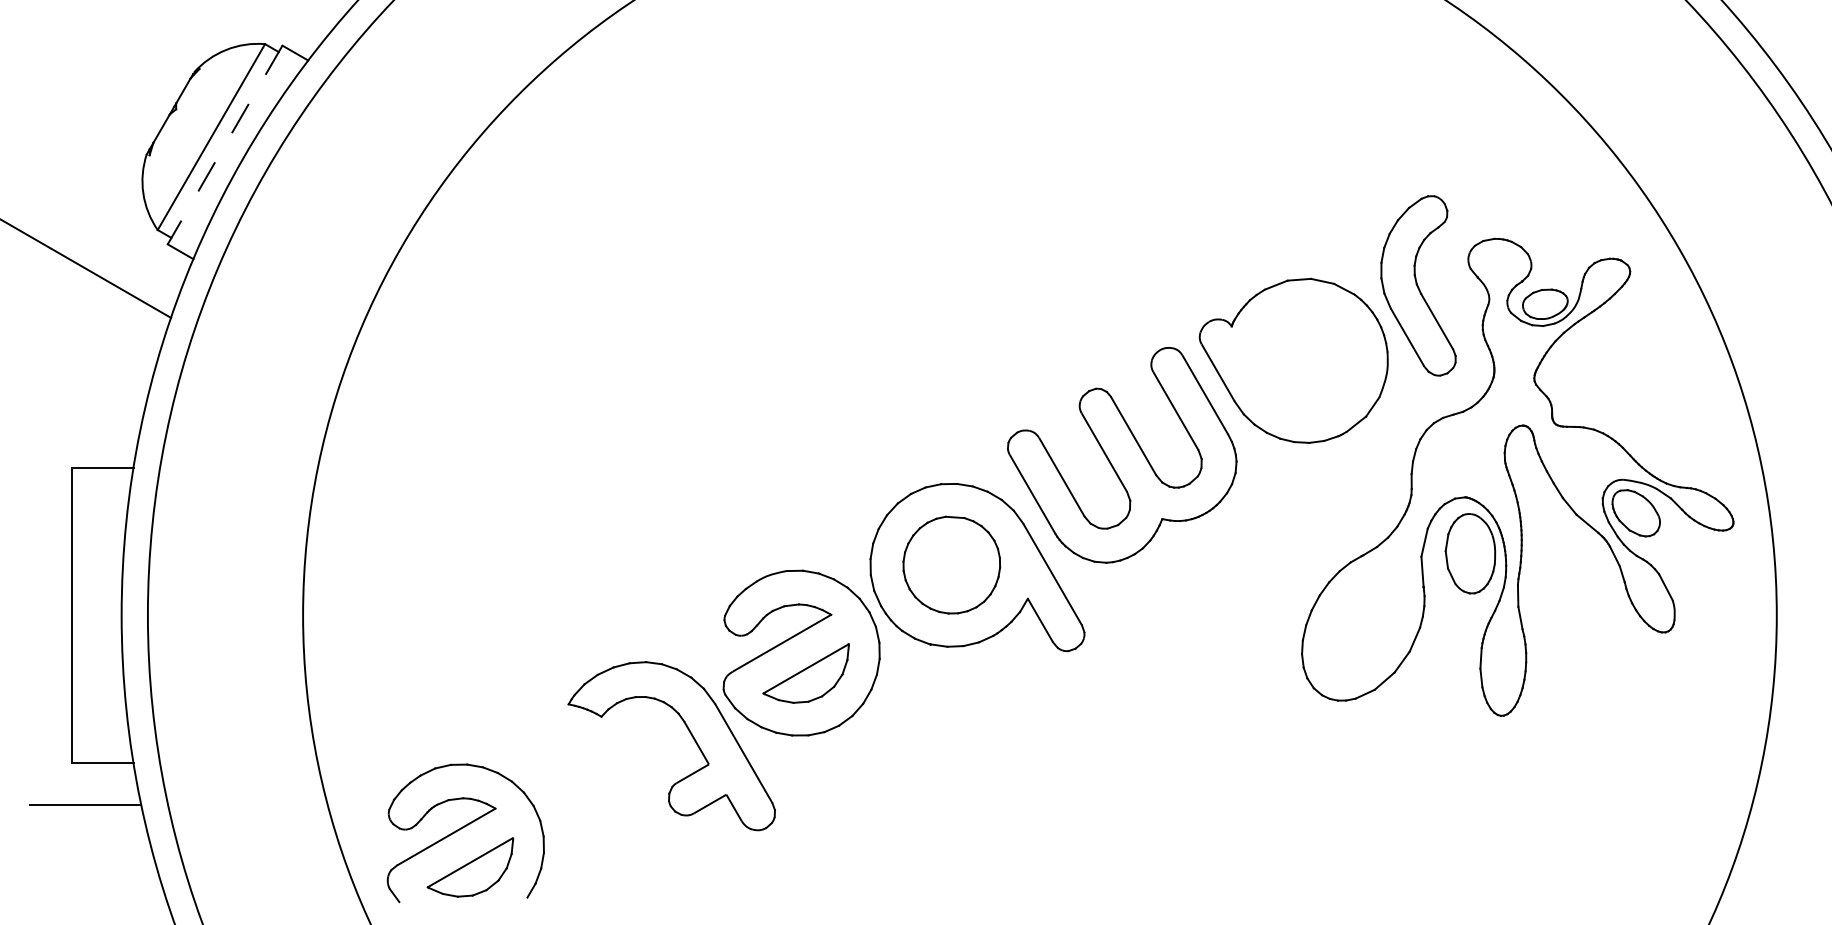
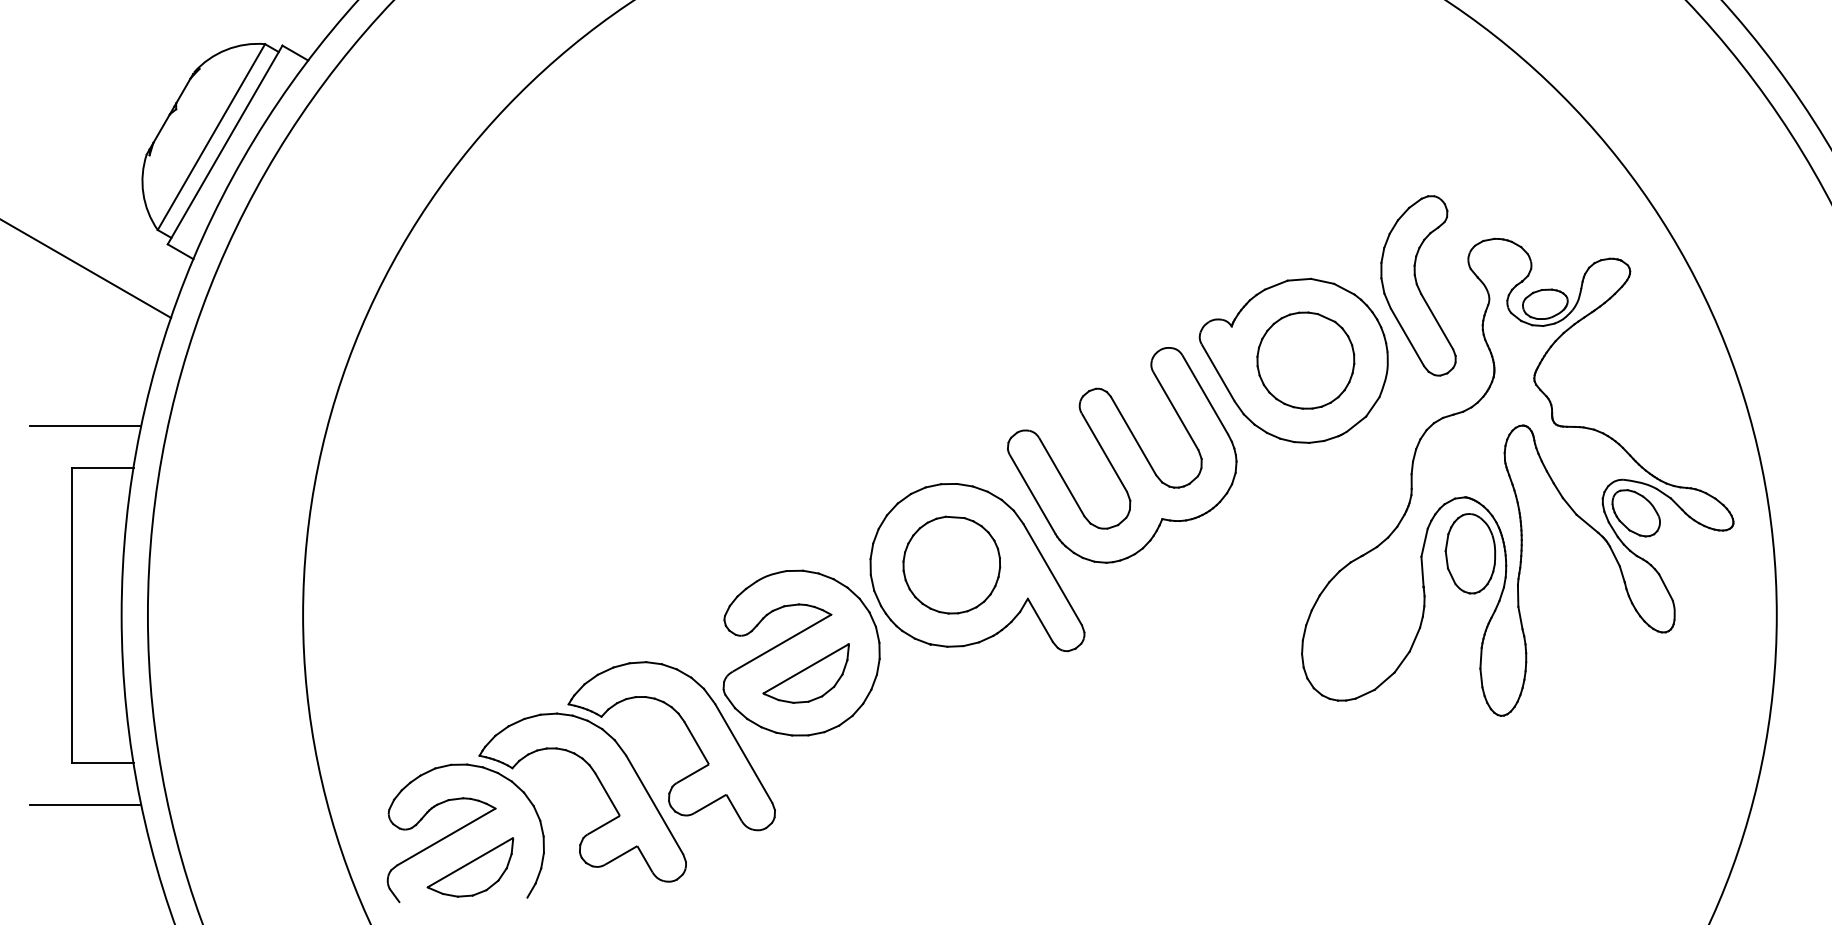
line at (225, 145): dashed -> solid
part at (1305, 360): none -> present
line at (85, 426): none -> present
part at (601, 786): none -> present
